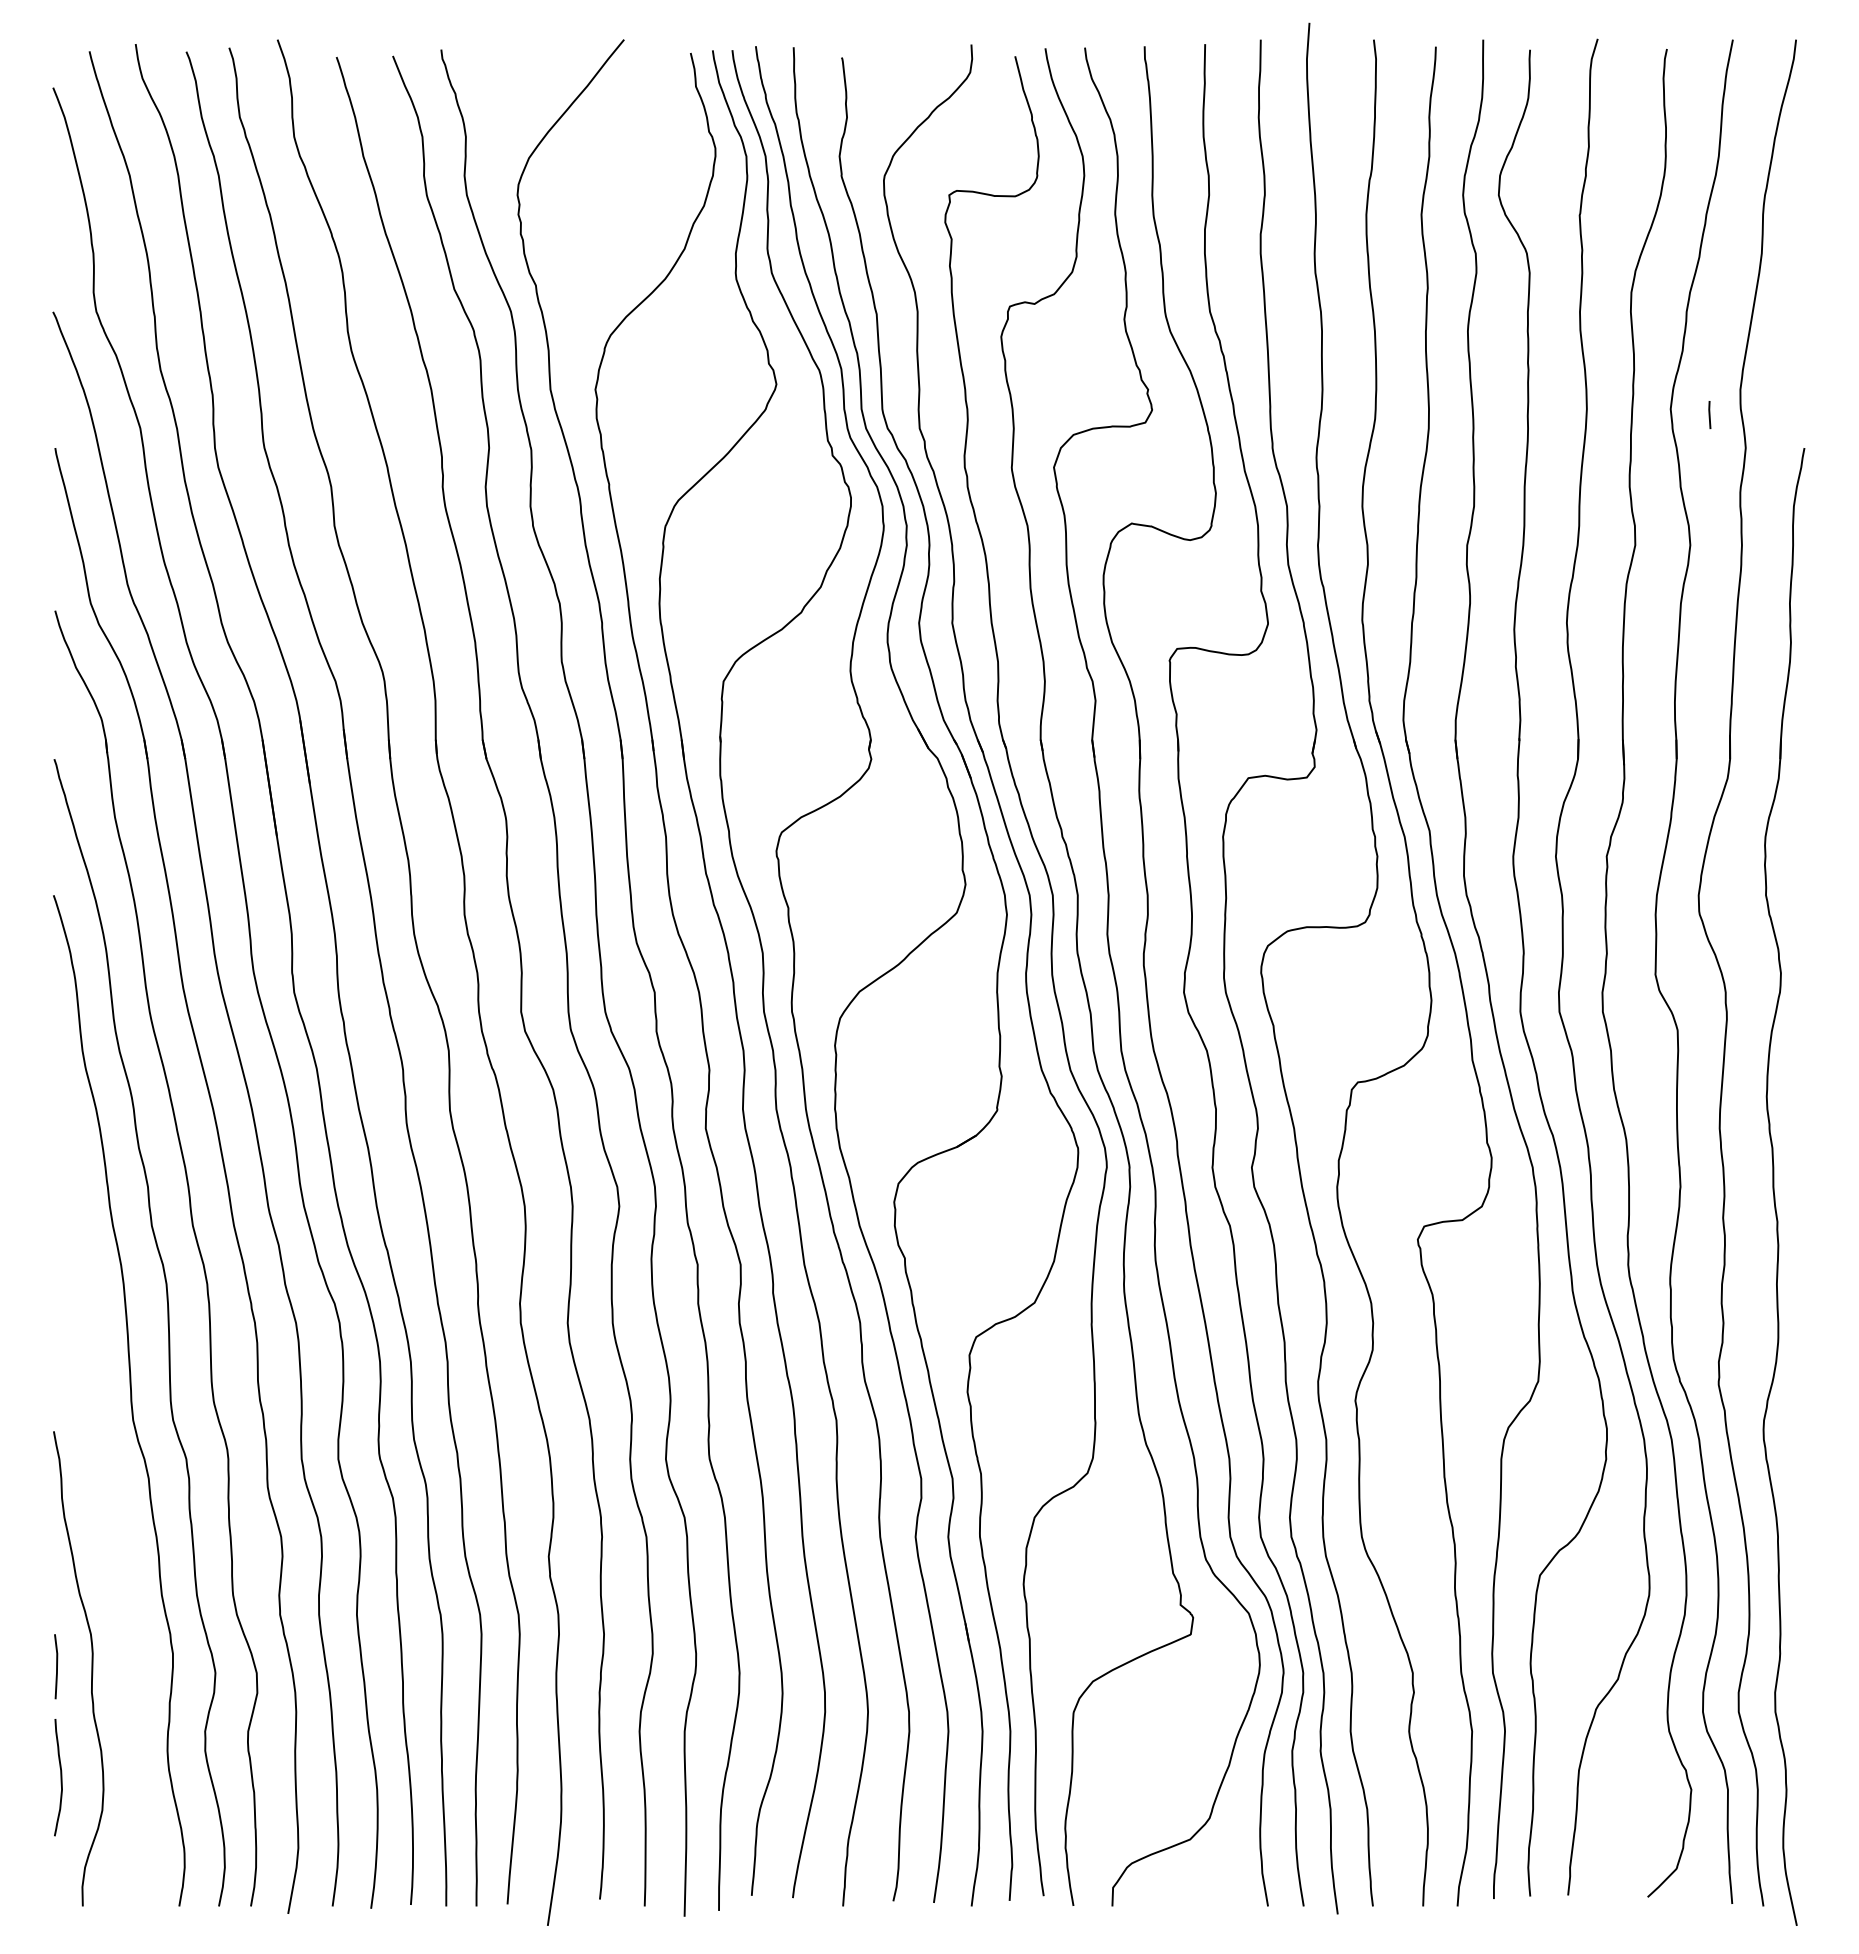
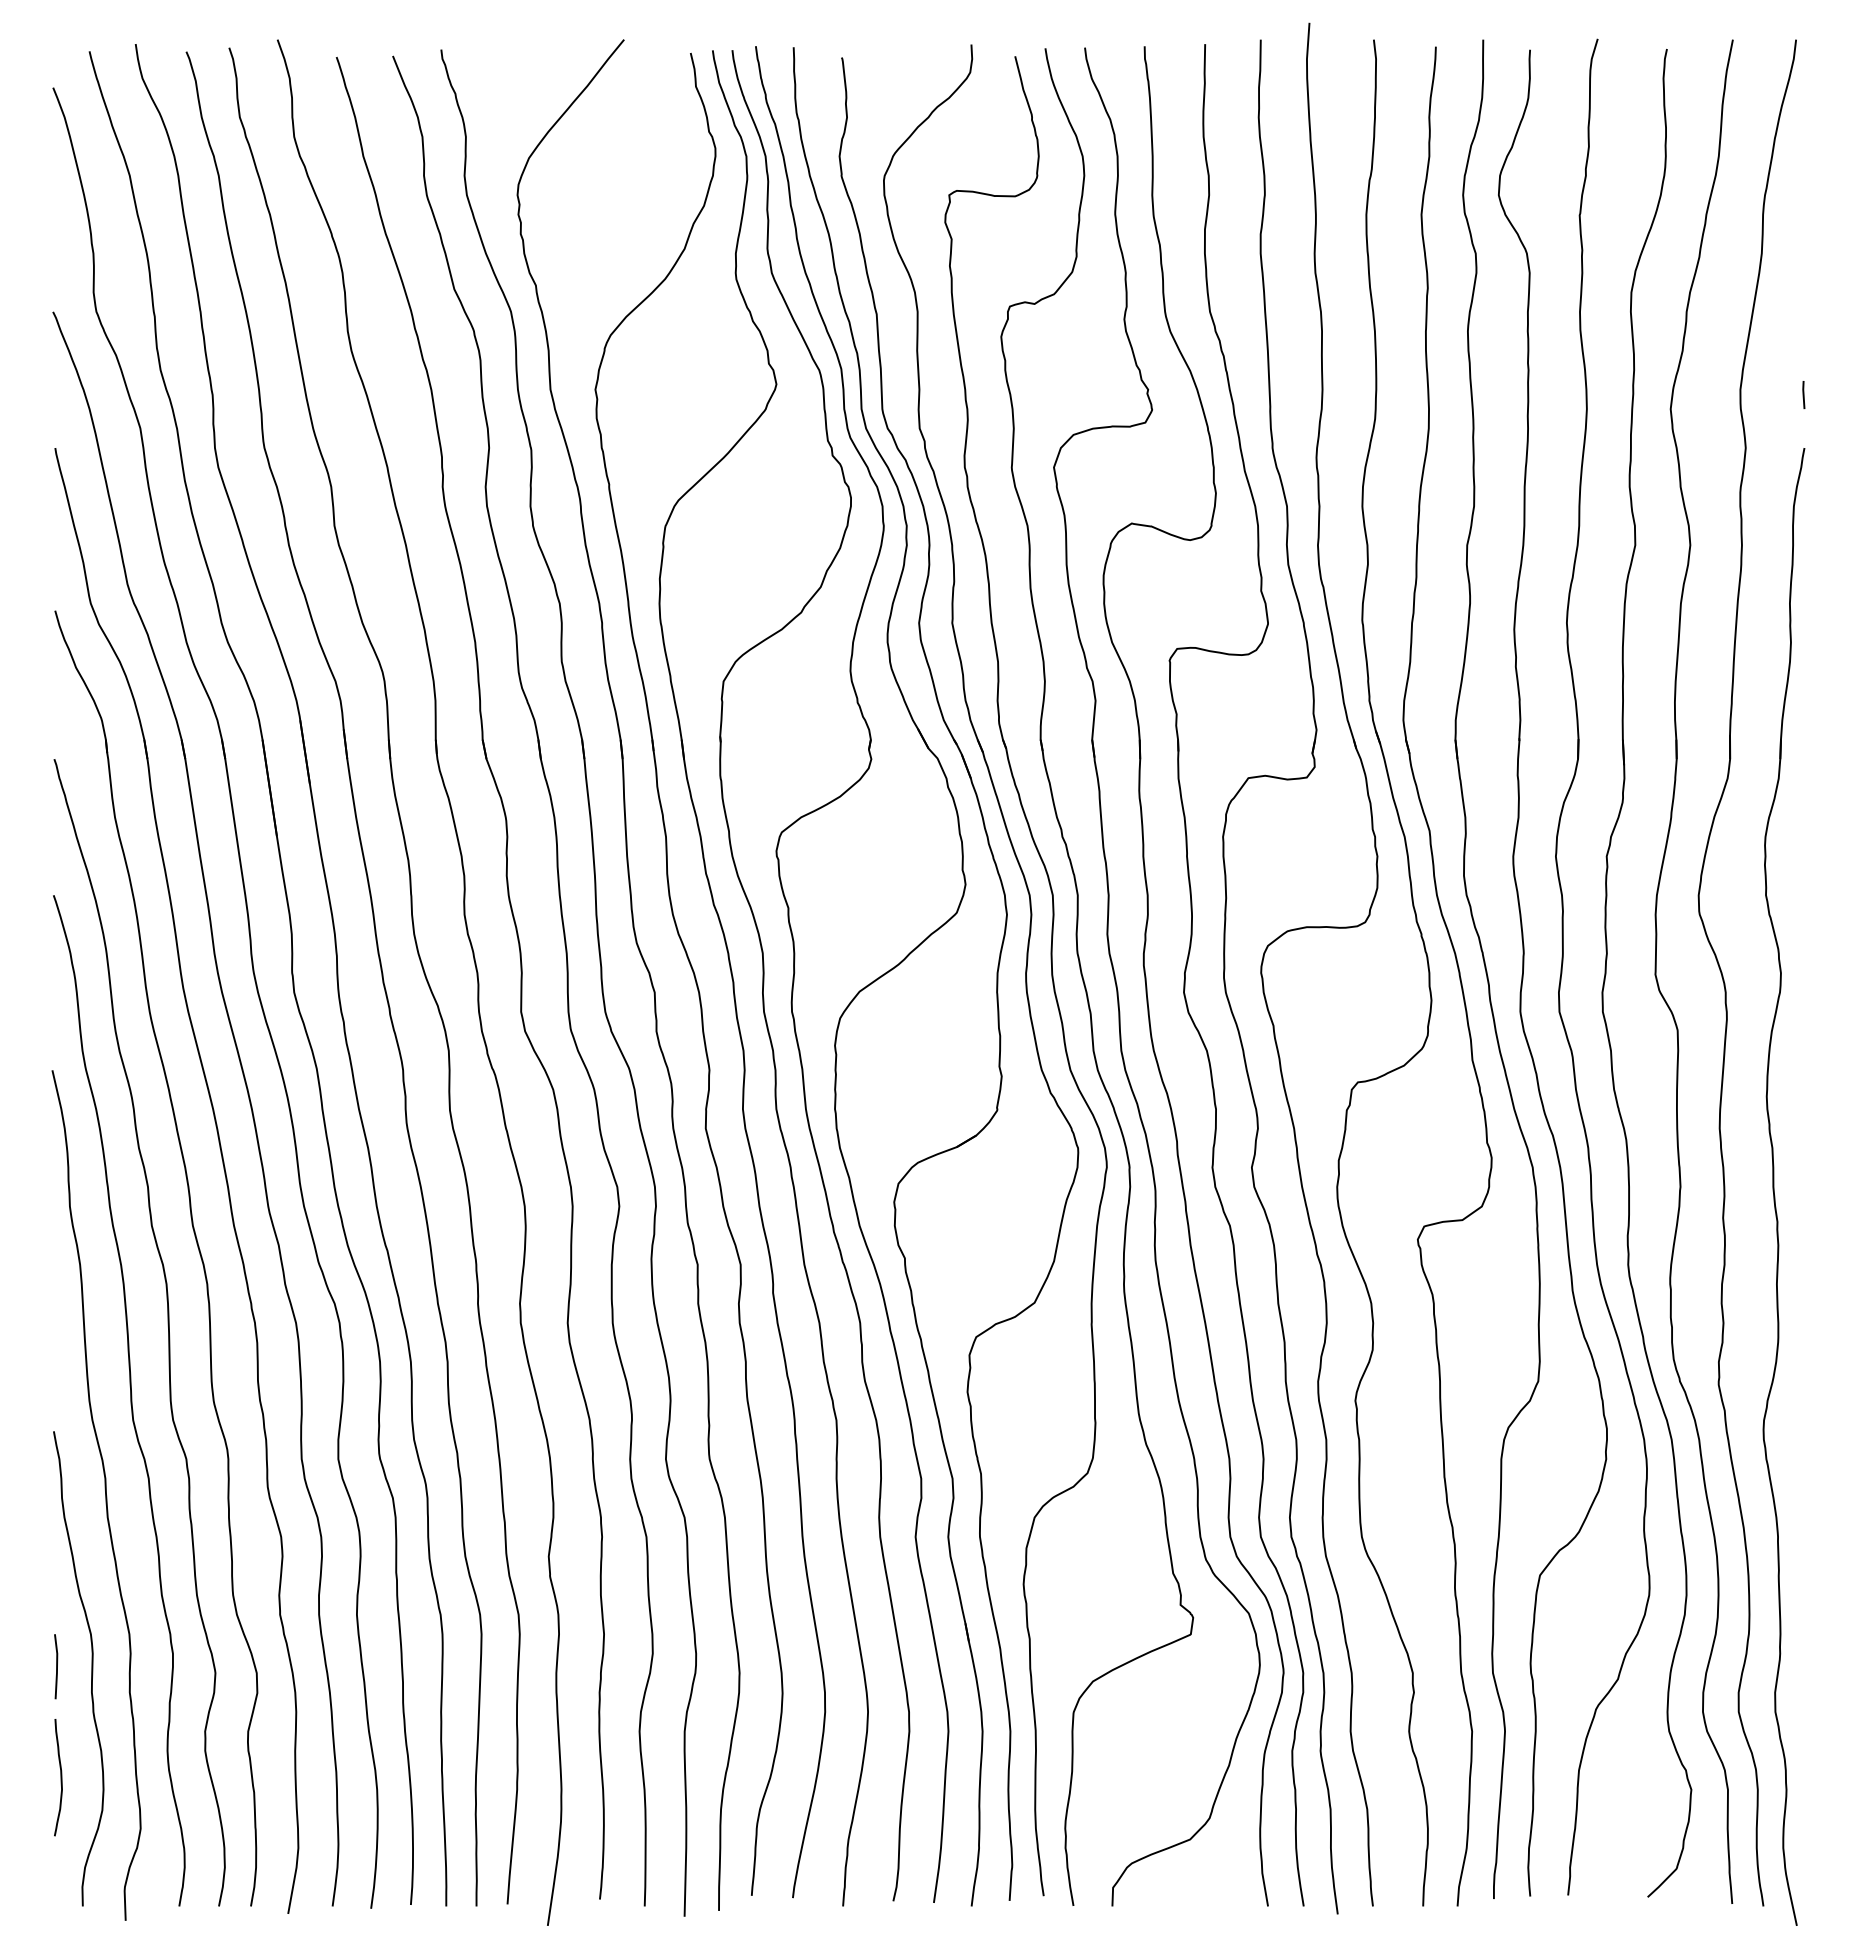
line at (1709, 415) position: (1709, 415) -> (1803, 395)
curve at (105, 1495): none -> present
